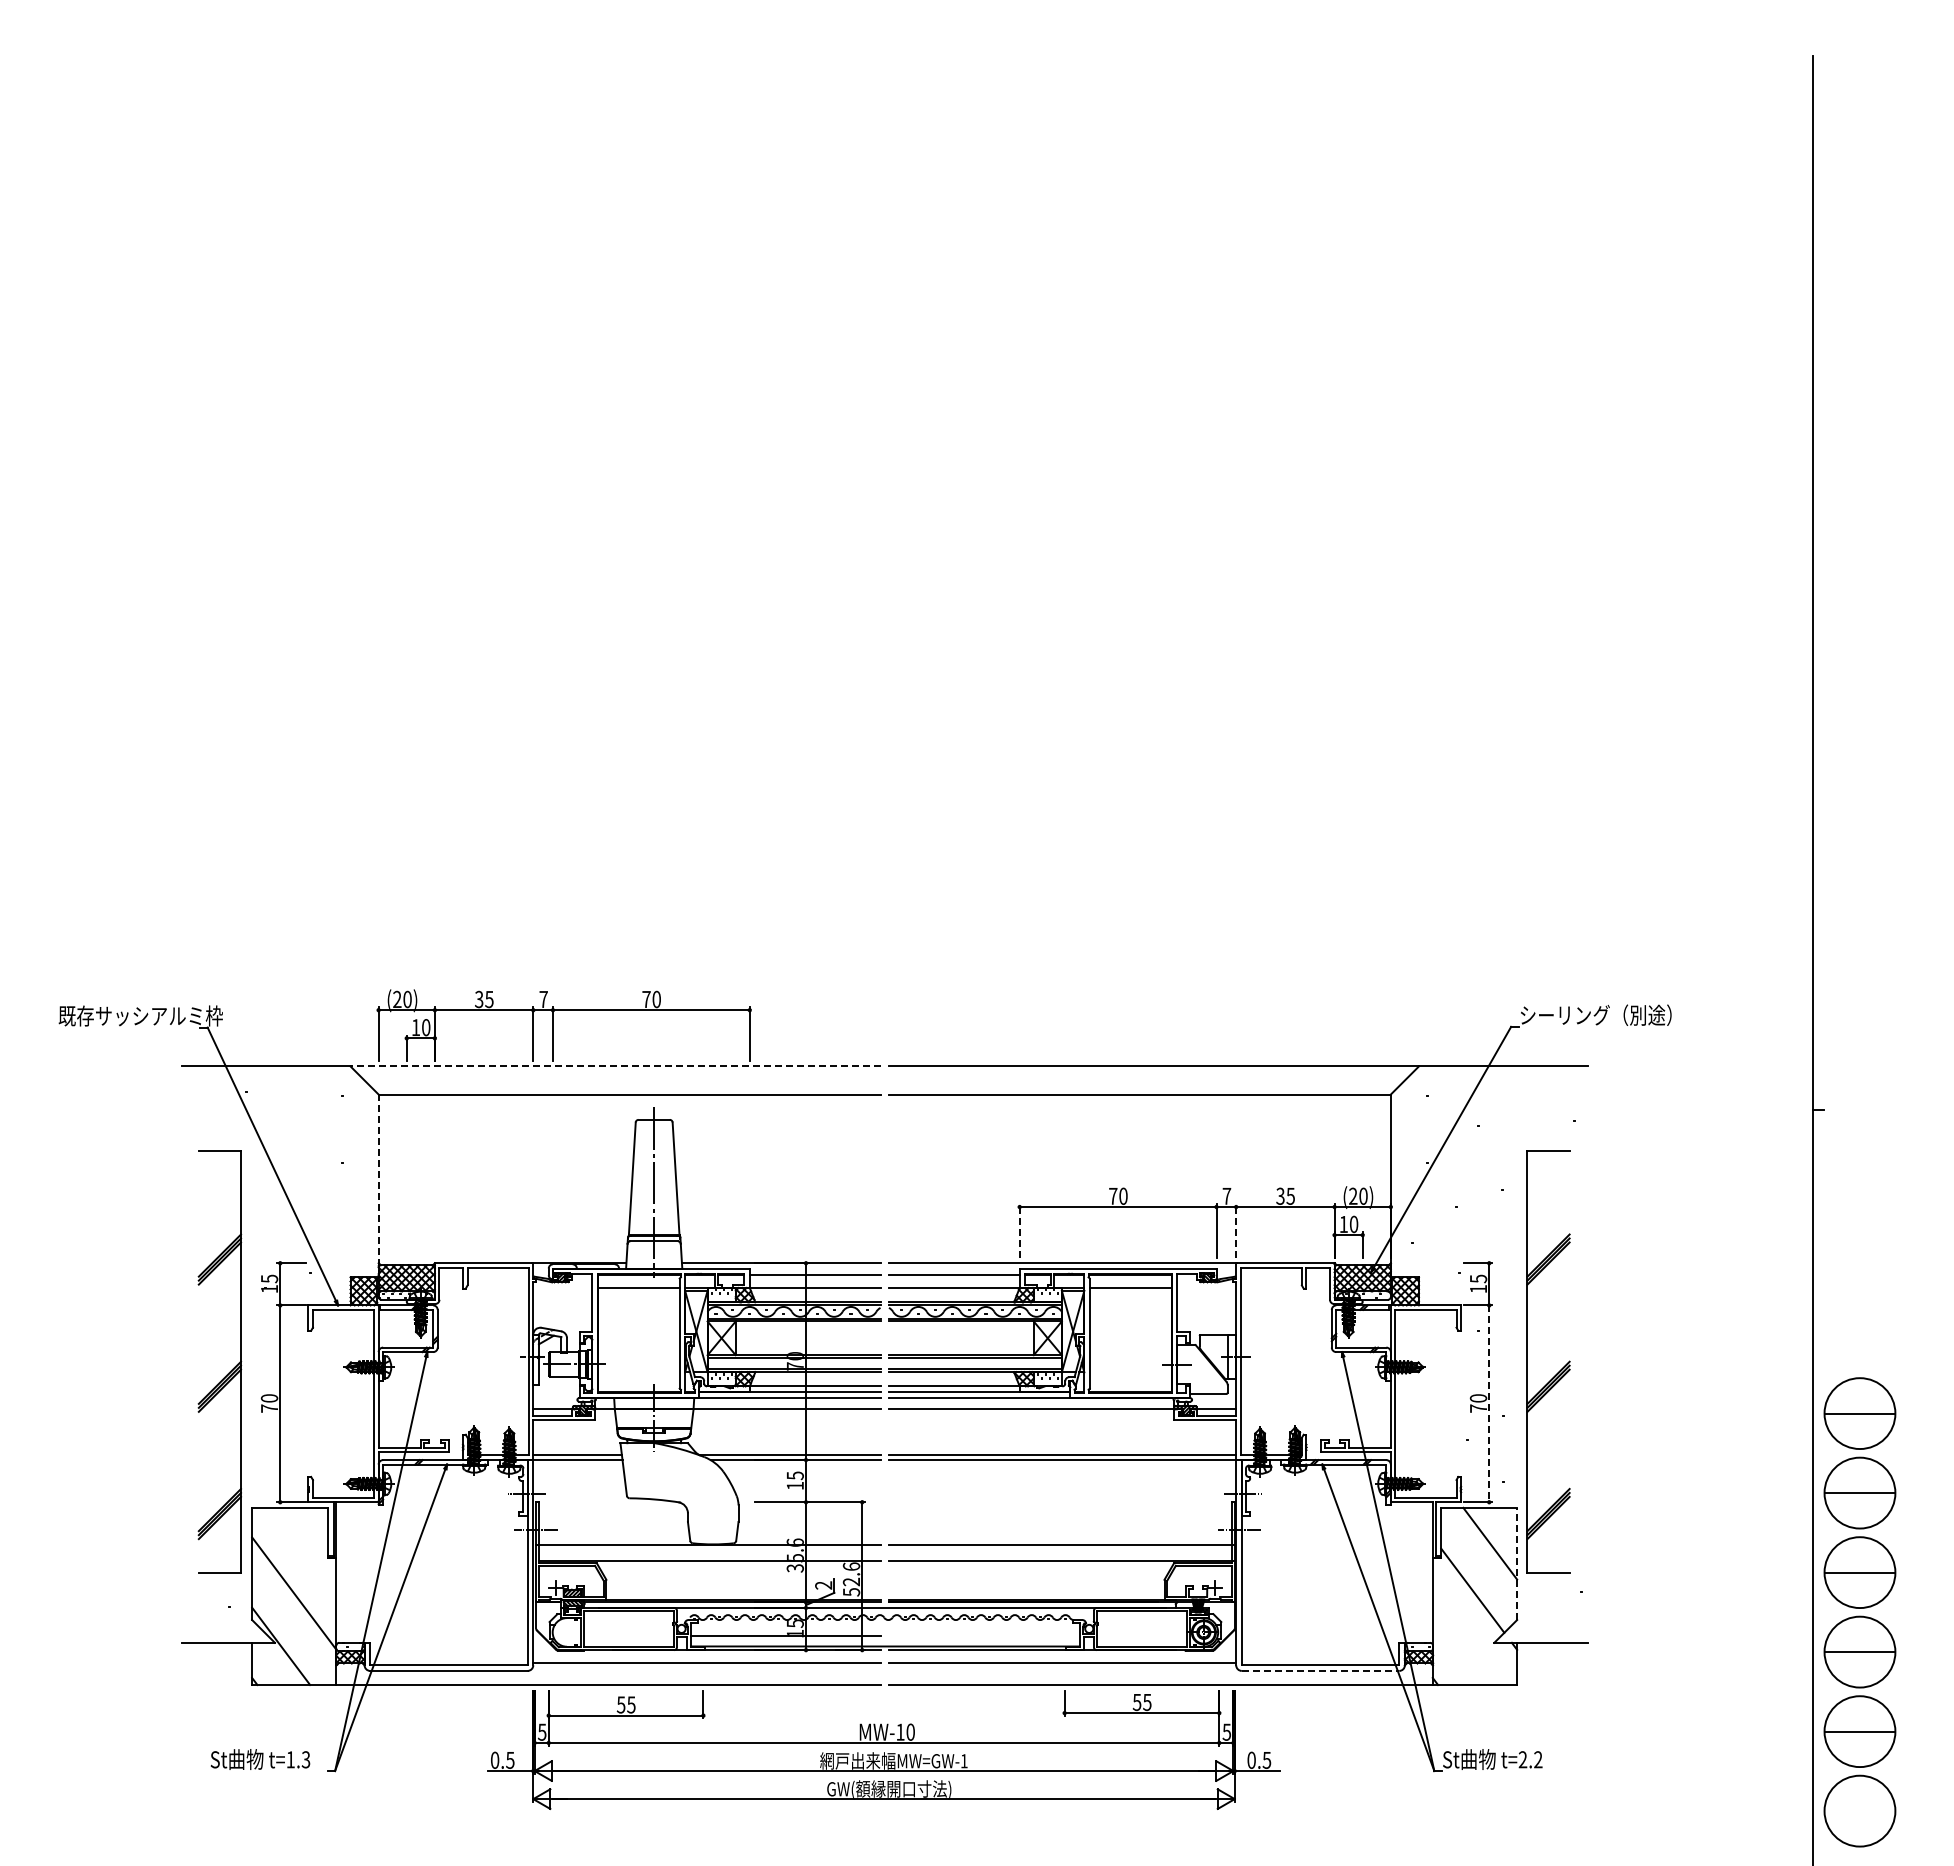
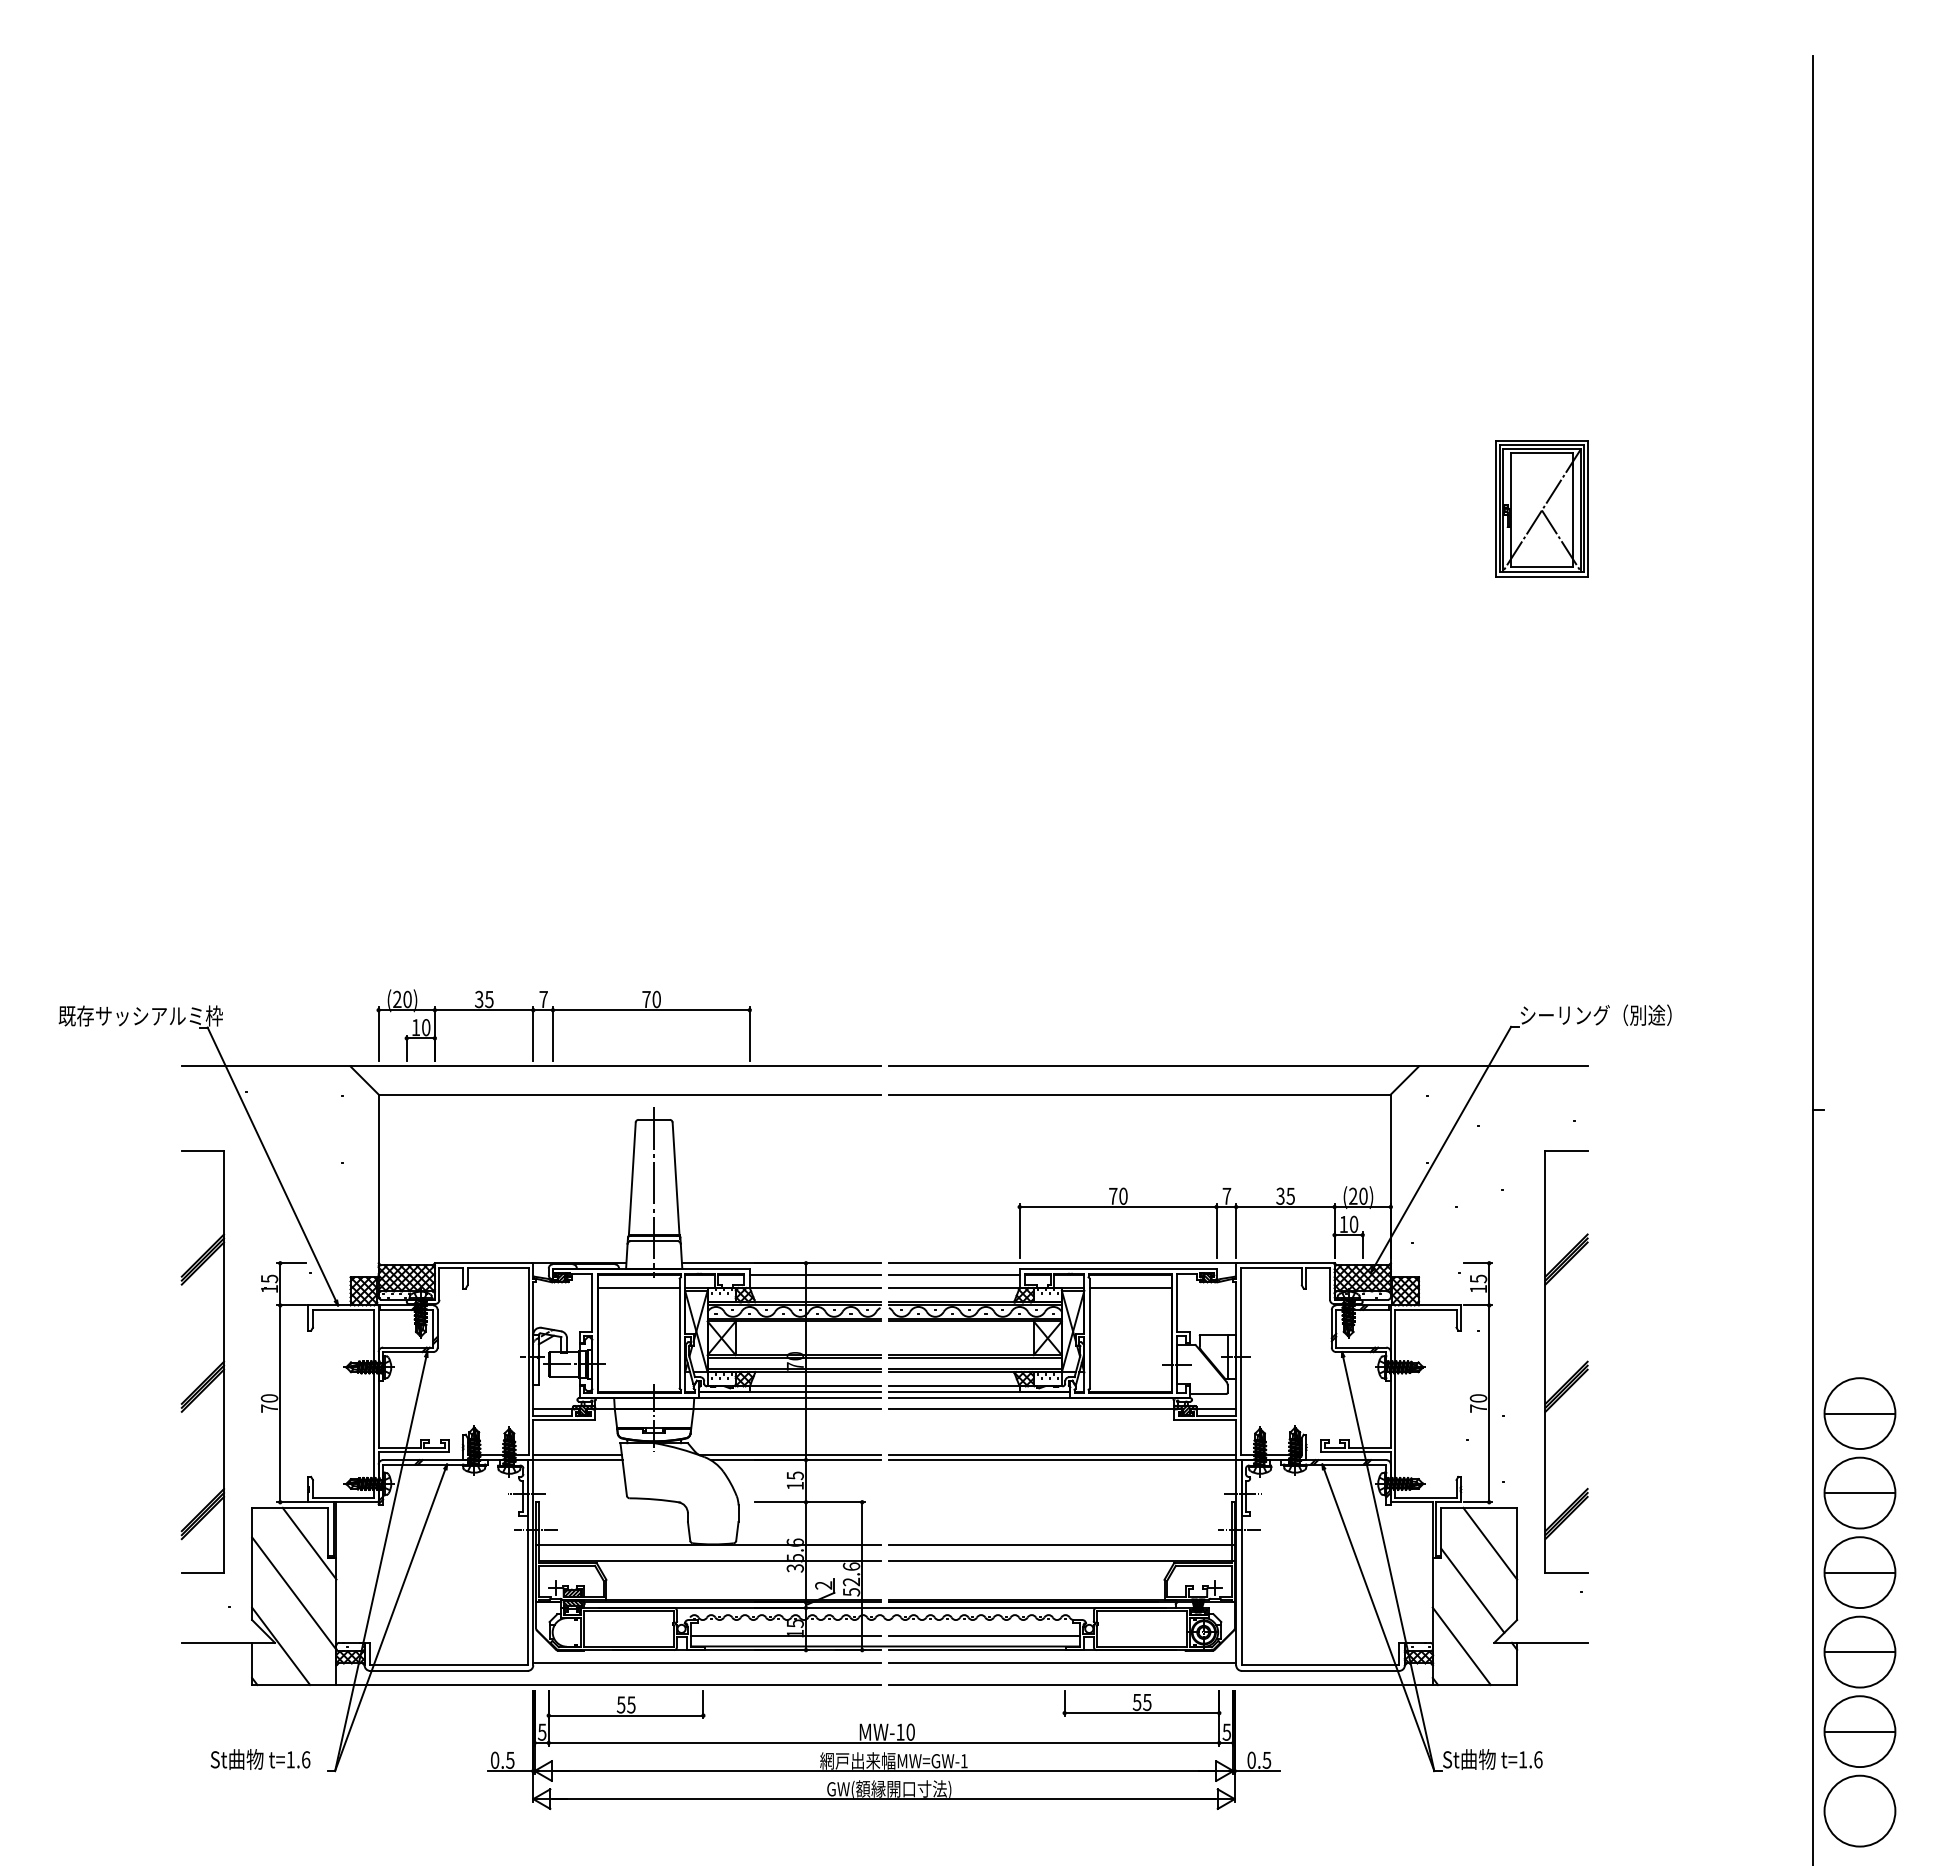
part at (1541, 508): none -> present
line at (615, 1066): dashed -> solid
line at (378, 1185): dashed -> solid
line at (1019, 1230): dashed -> solid
line at (1236, 1230): dashed -> solid
part at (229, 1371) position: (229, 1371) -> (212, 1371)
part at (1558, 1371) position: (1558, 1371) -> (1576, 1371)
line at (1489, 1404): dashed -> solid
line at (309, 1543): none -> present
line at (1517, 1563): dashed -> solid
line at (984, 1635): none -> present
line at (1461, 1646): none -> present
line at (1320, 1670): dashed -> solid
text at (305, 1759): t=1.3 -> t=1.6
text at (1530, 1759): t=2.2 -> t=1.6
